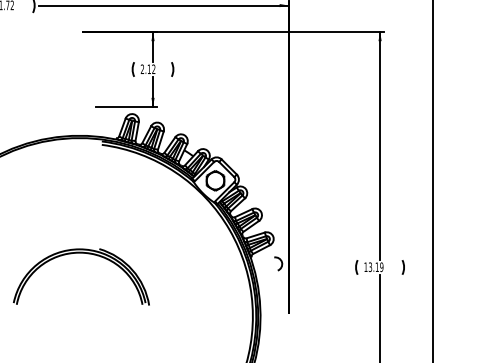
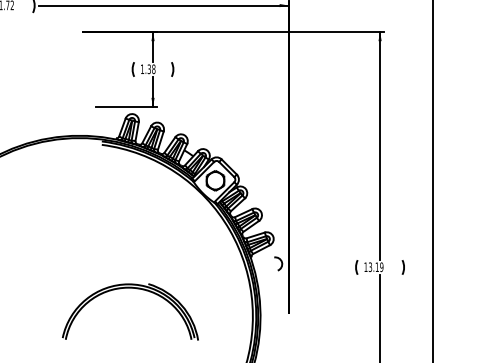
text at (147, 68): 2.12 -> 1.38
part at (87, 254) position: (87, 254) -> (136, 289)
